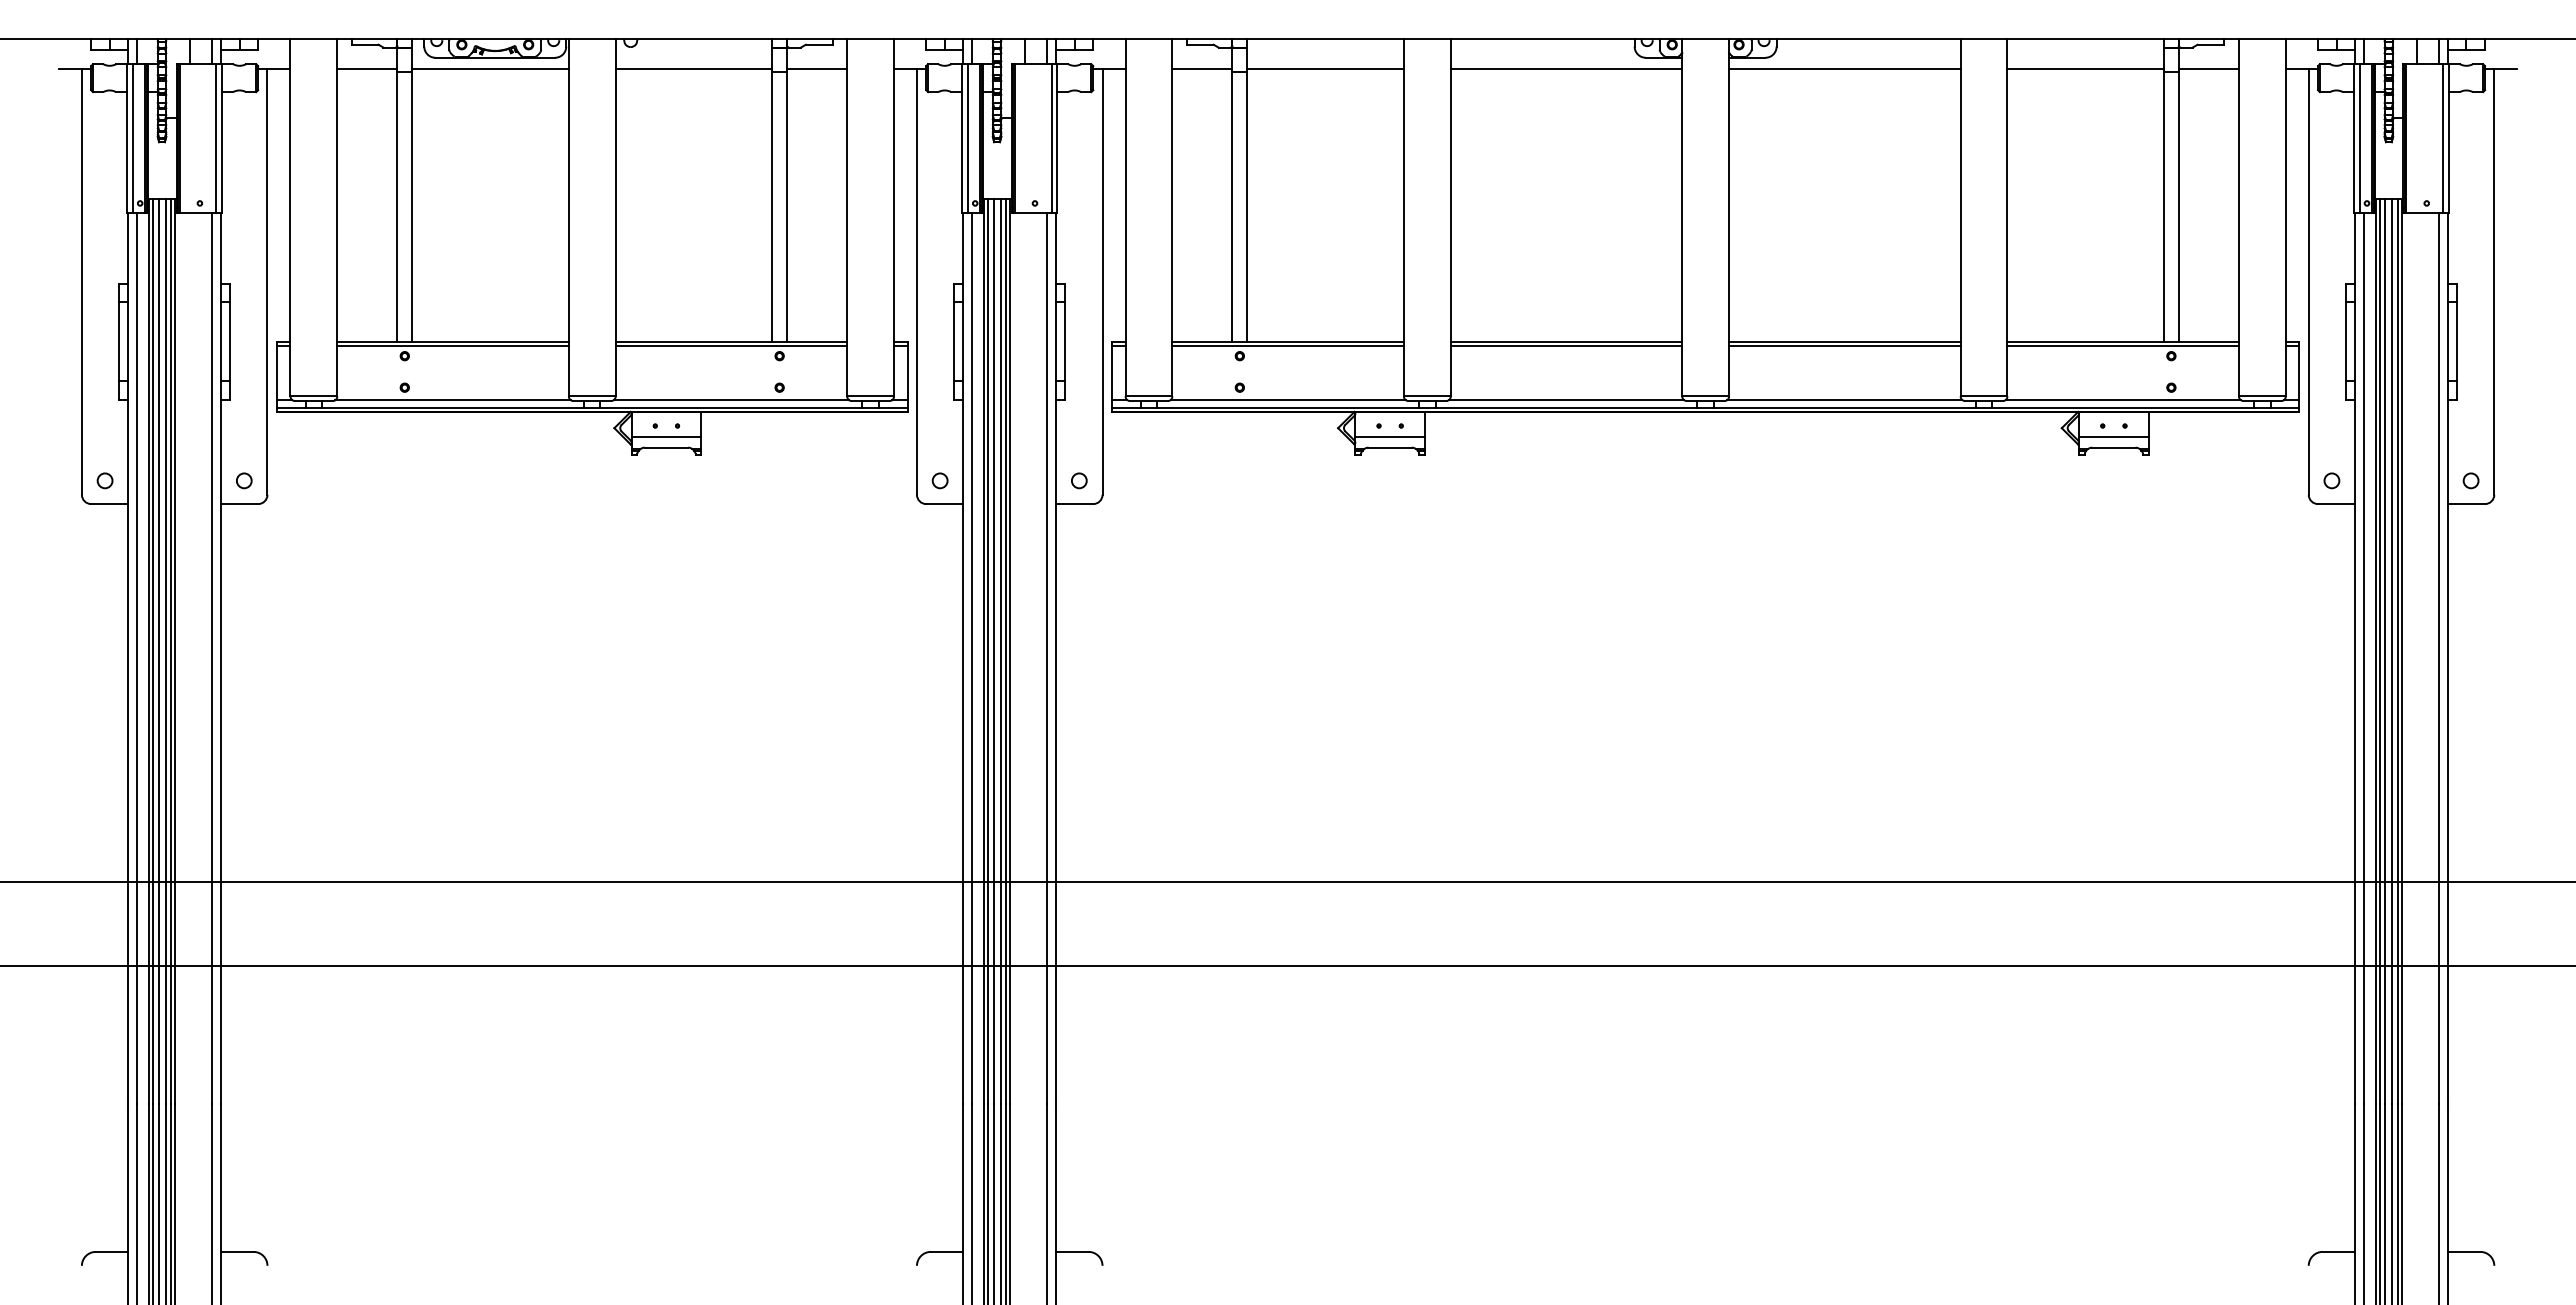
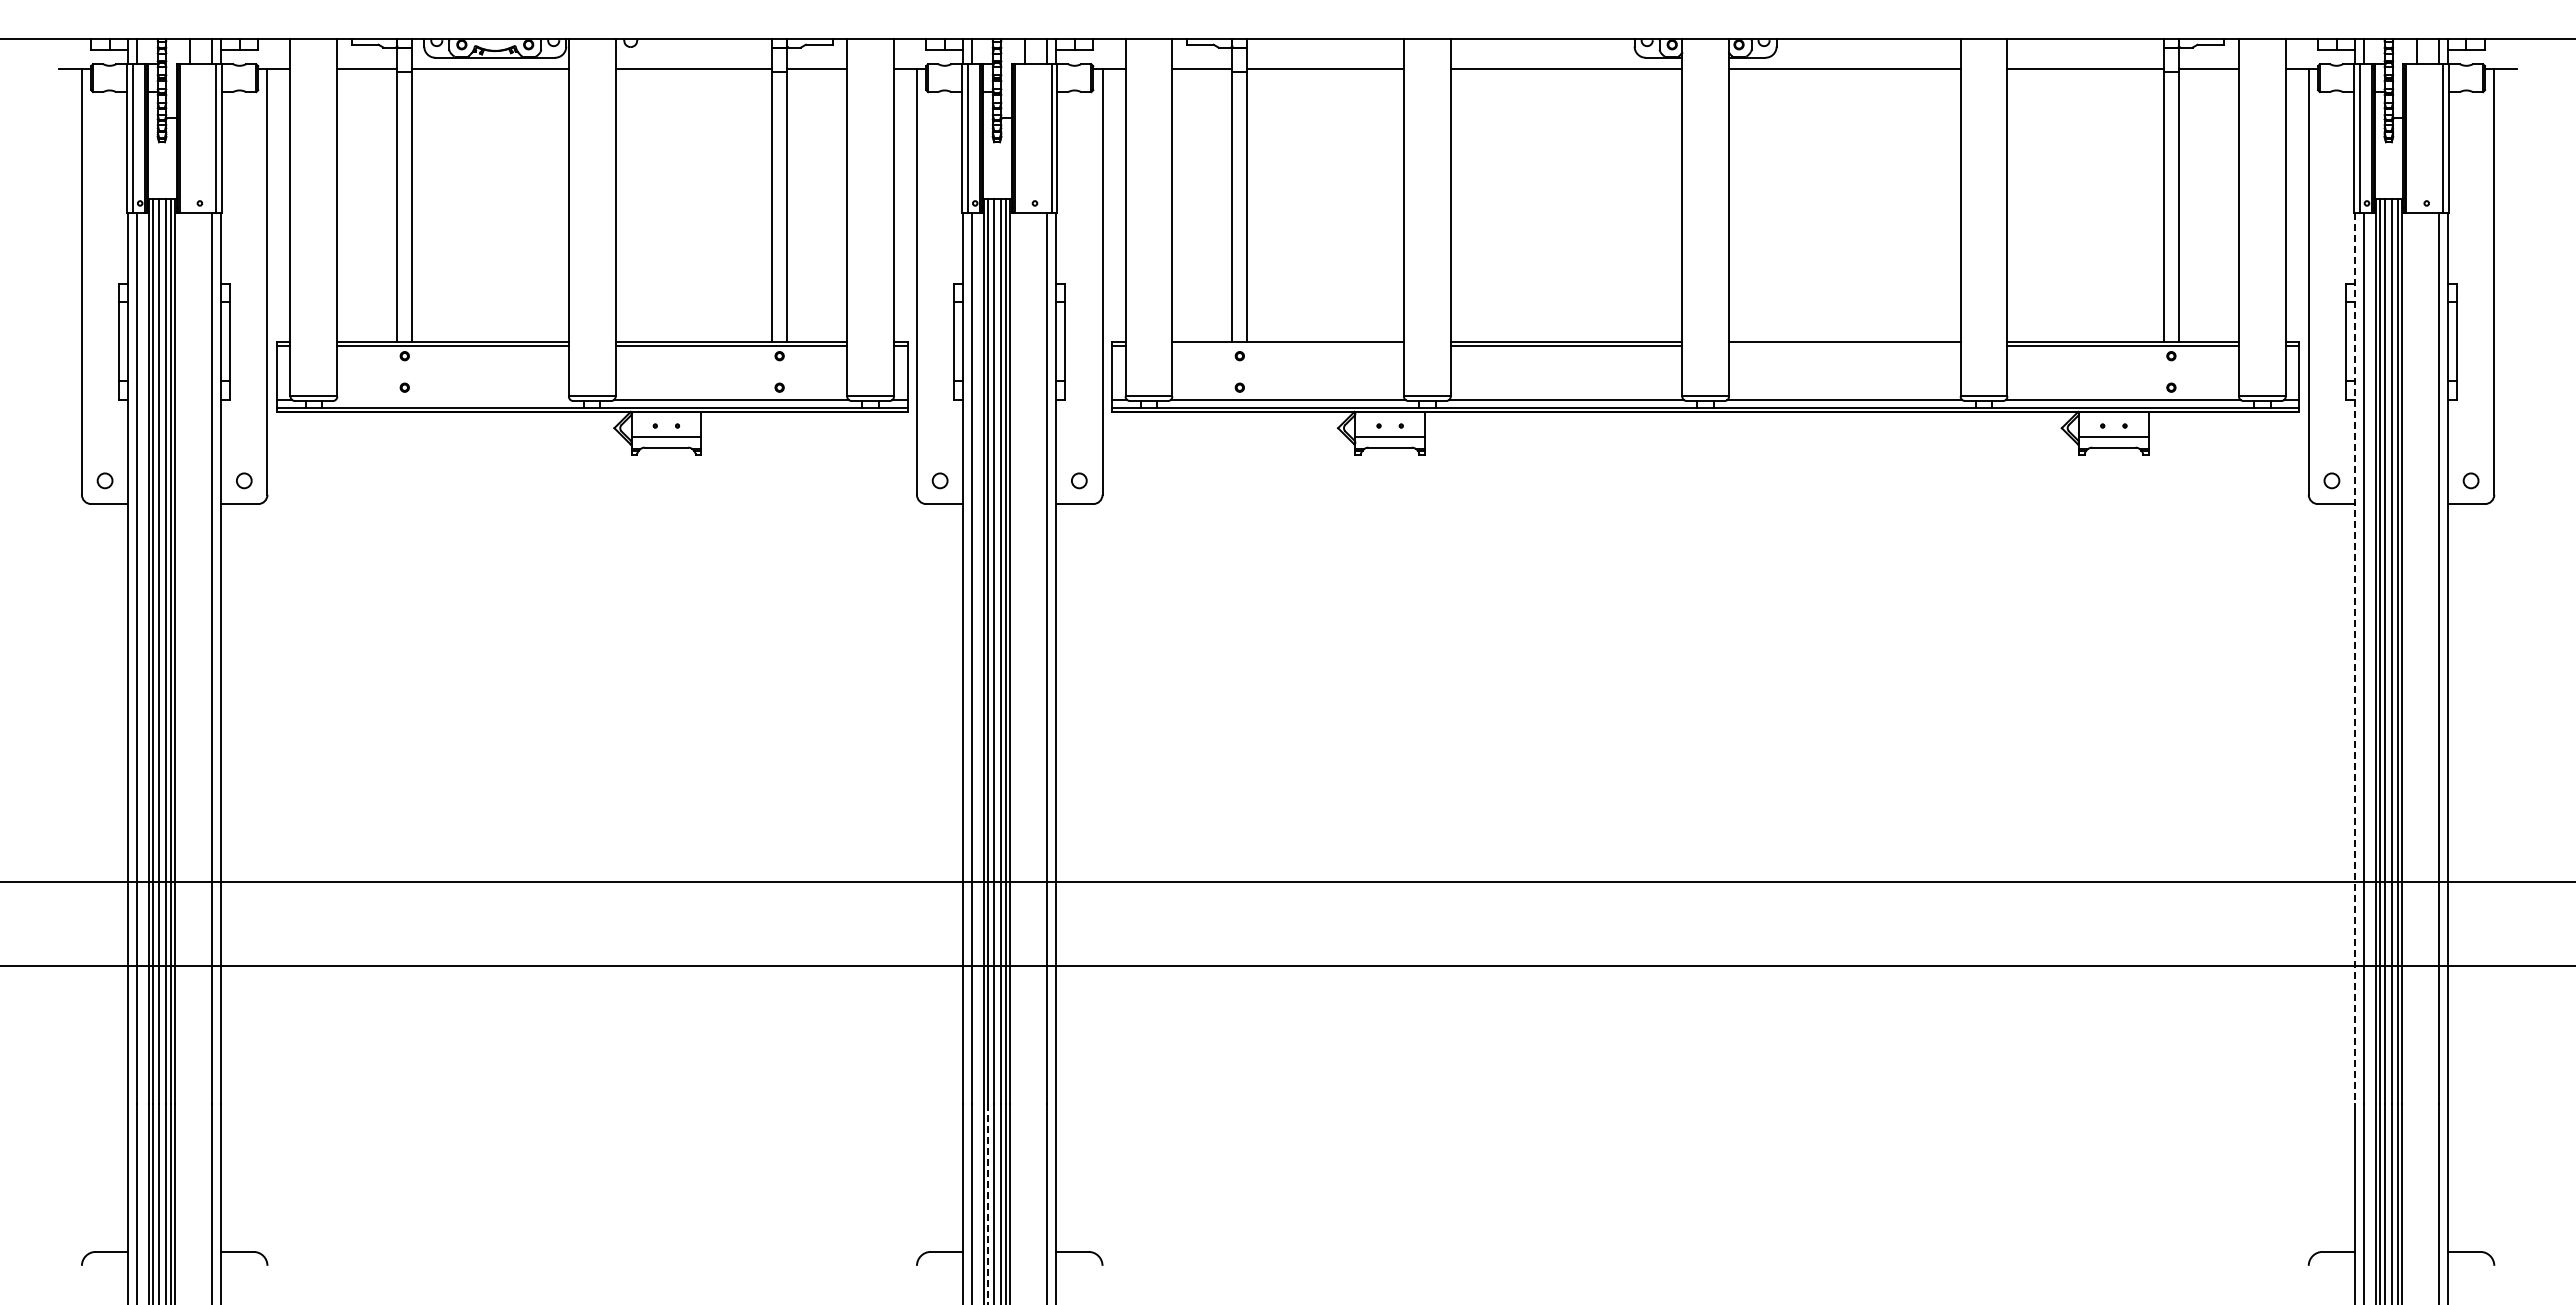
line at (1287, 346): present -> none
line at (1844, 346): present -> none
line at (452, 400): present -> none
line at (2355, 658): solid -> dashed
line at (988, 1205): solid -> dashed
